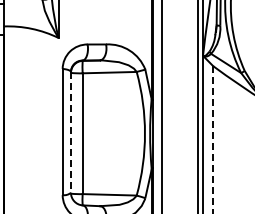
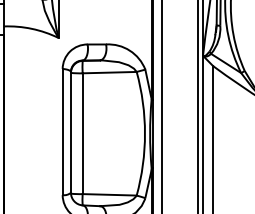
line at (70, 132): dashed -> solid
line at (213, 140): dashed -> solid
